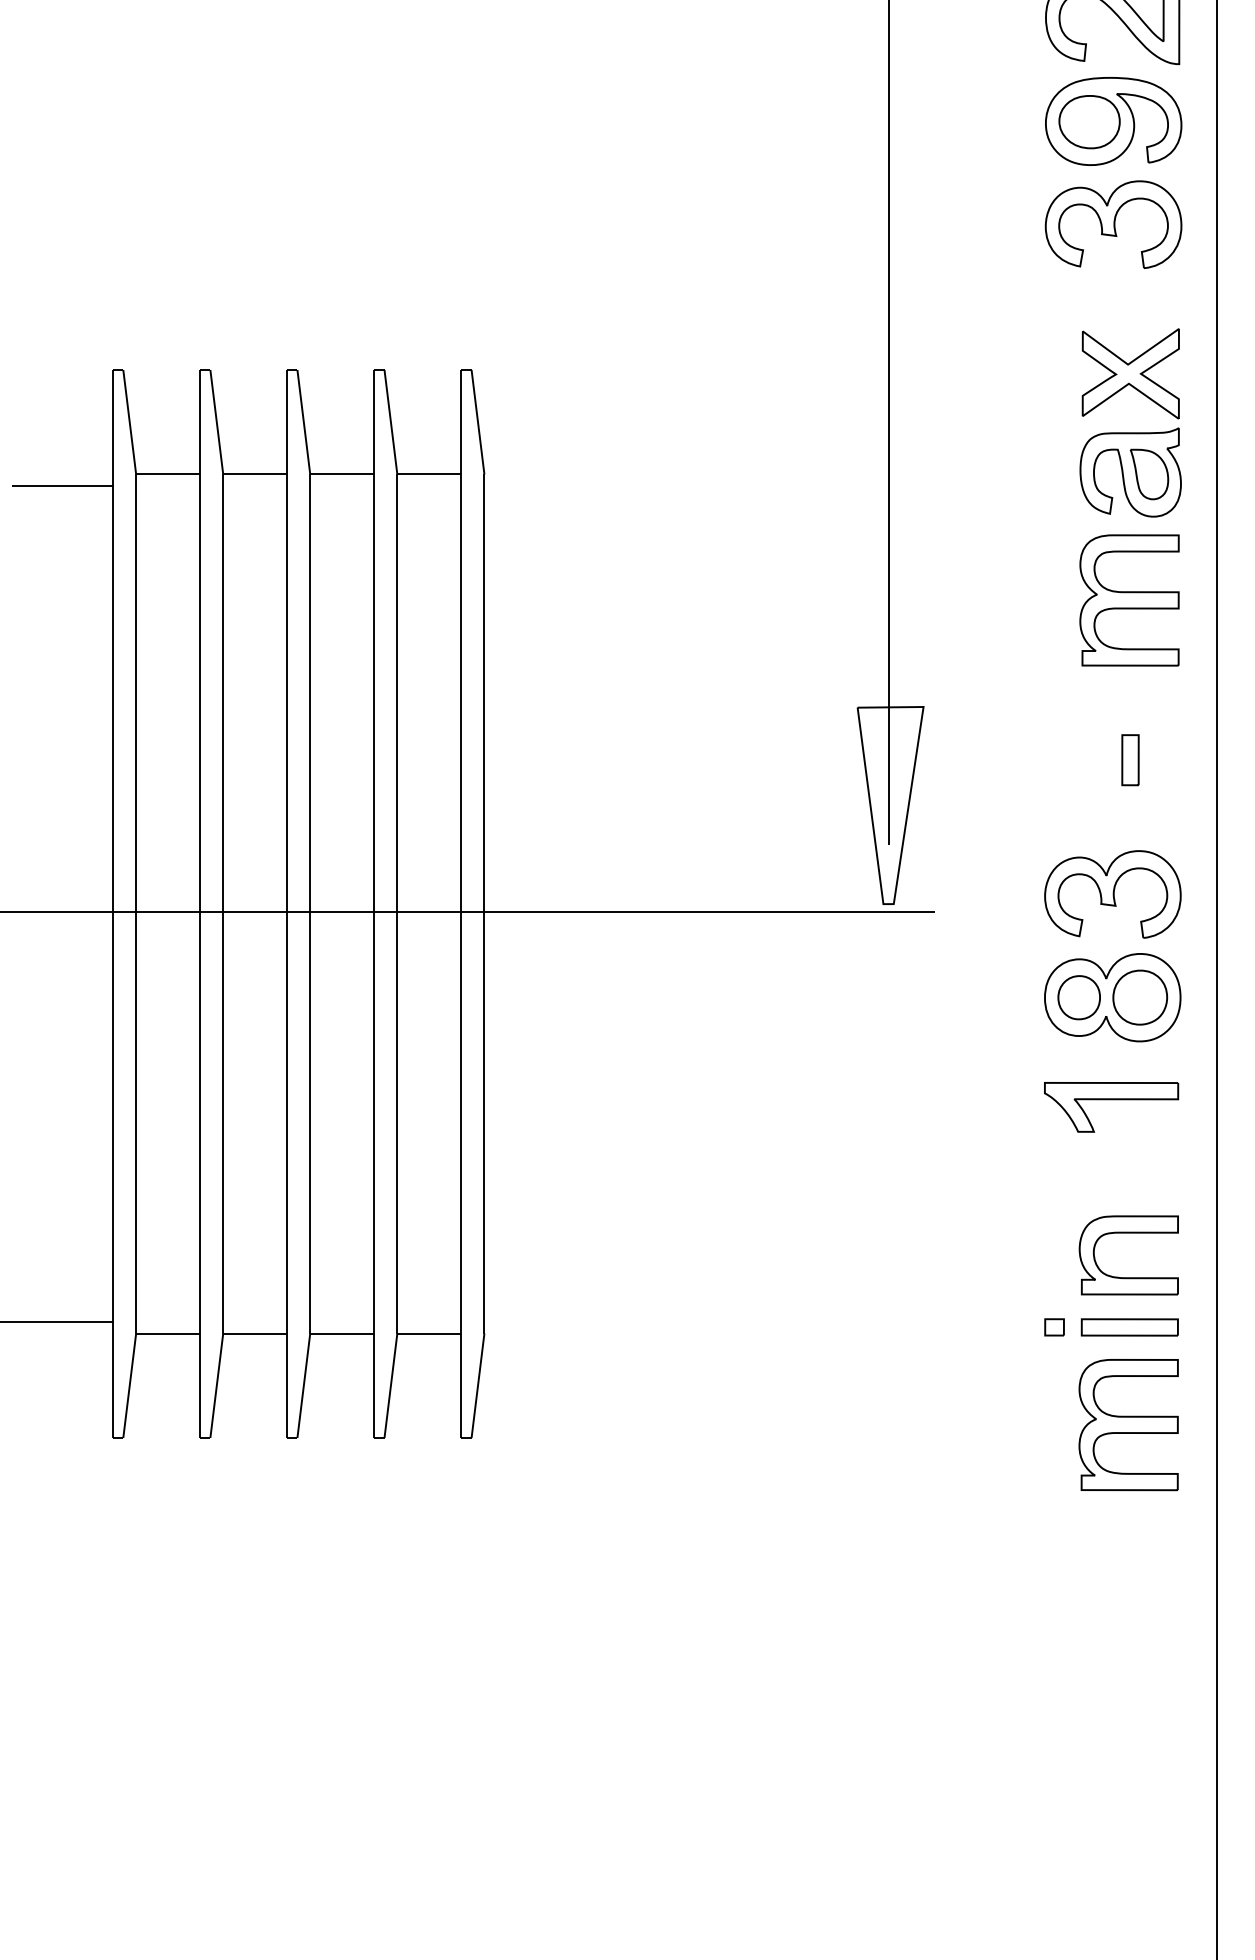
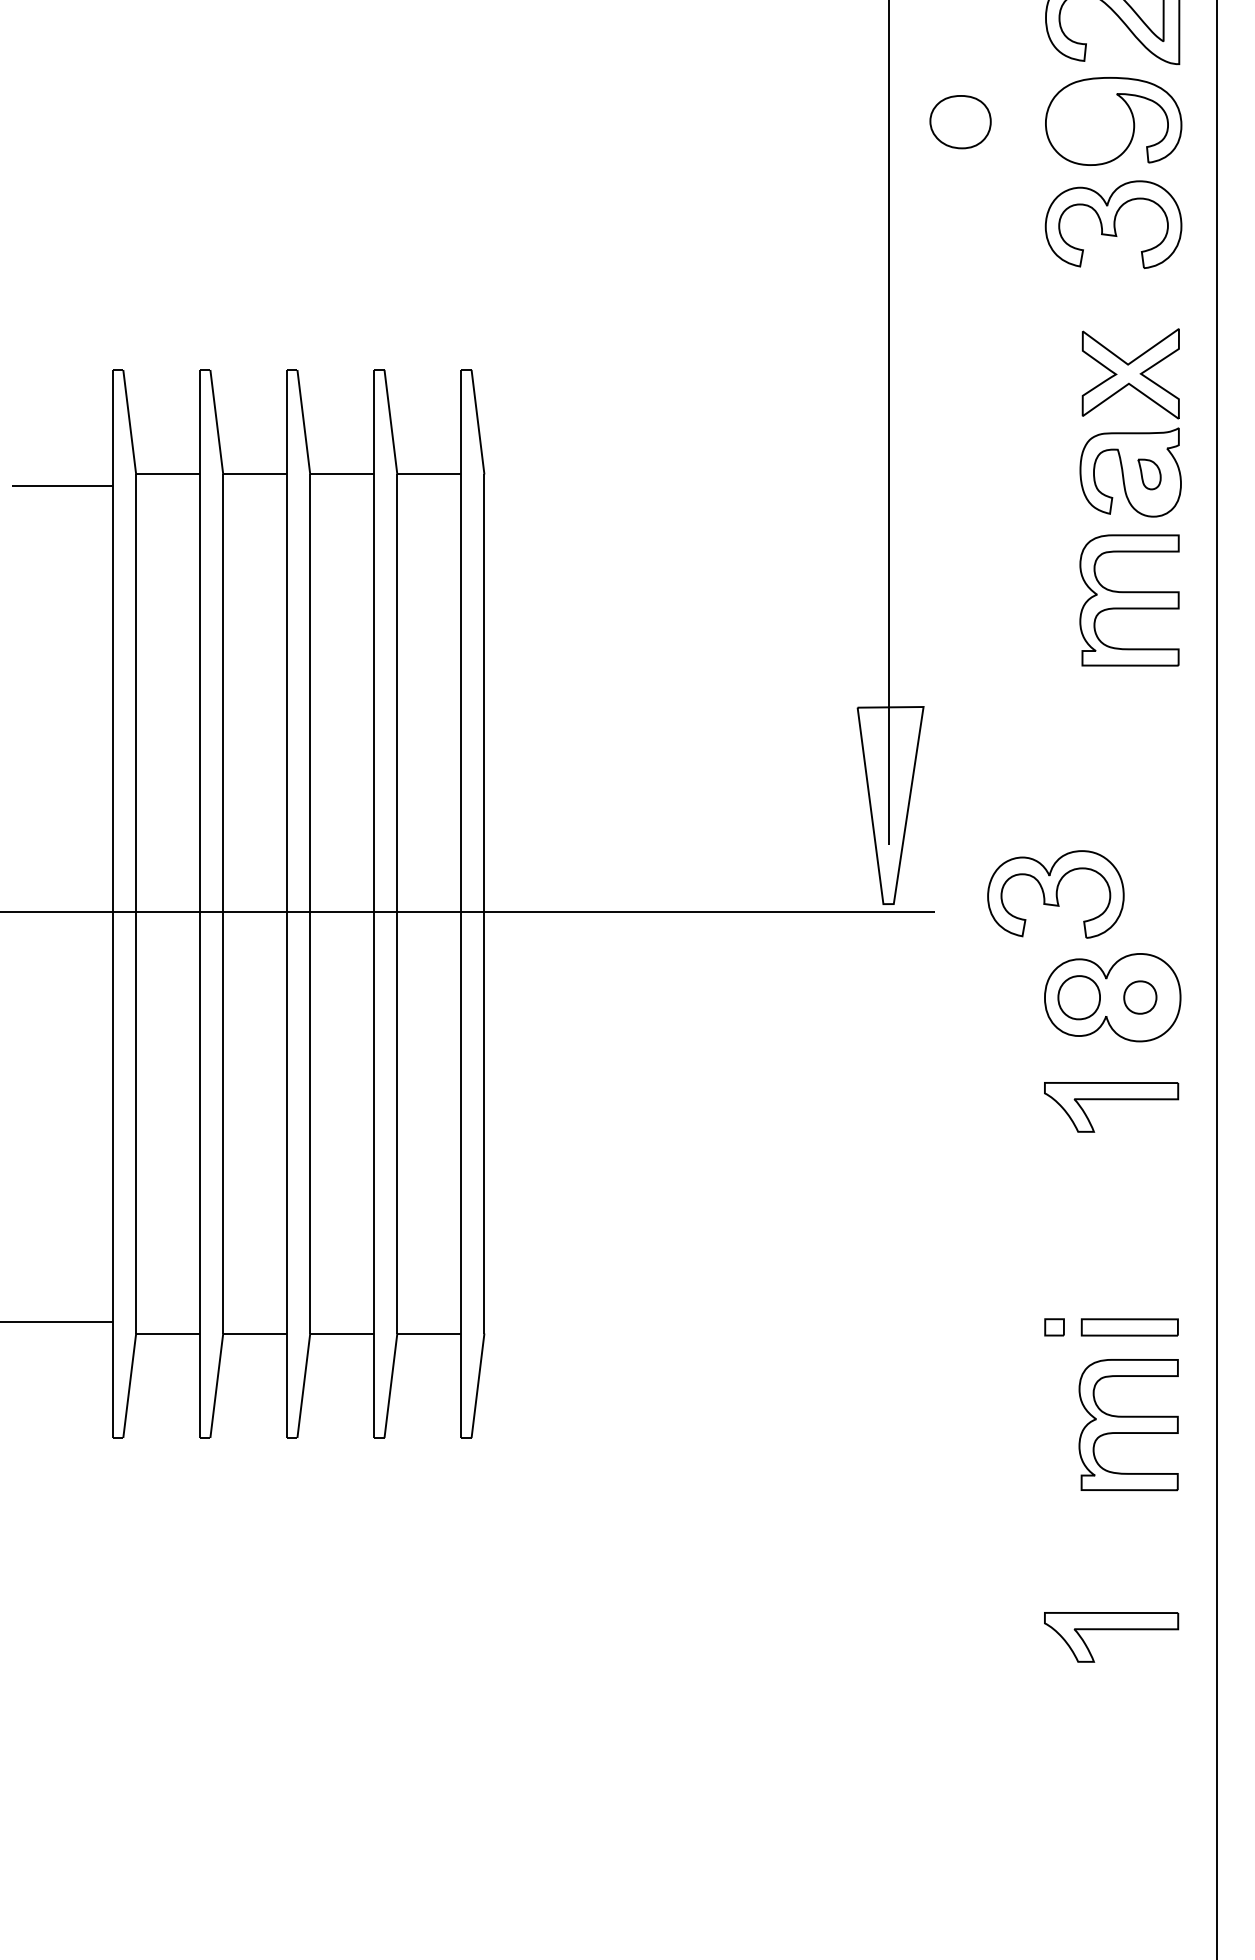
part at (1089, 122) position: (1089, 122) -> (960, 122)
part at (1149, 474) size: 41x53 px -> 25x33 px
part at (1130, 760): present -> none
part at (1112, 894) position: (1112, 894) -> (1055, 894)
part at (1140, 997) size: 57x57 px -> 35x35 px
part at (1128, 1233): present -> none
part at (1111, 1630): none -> present
